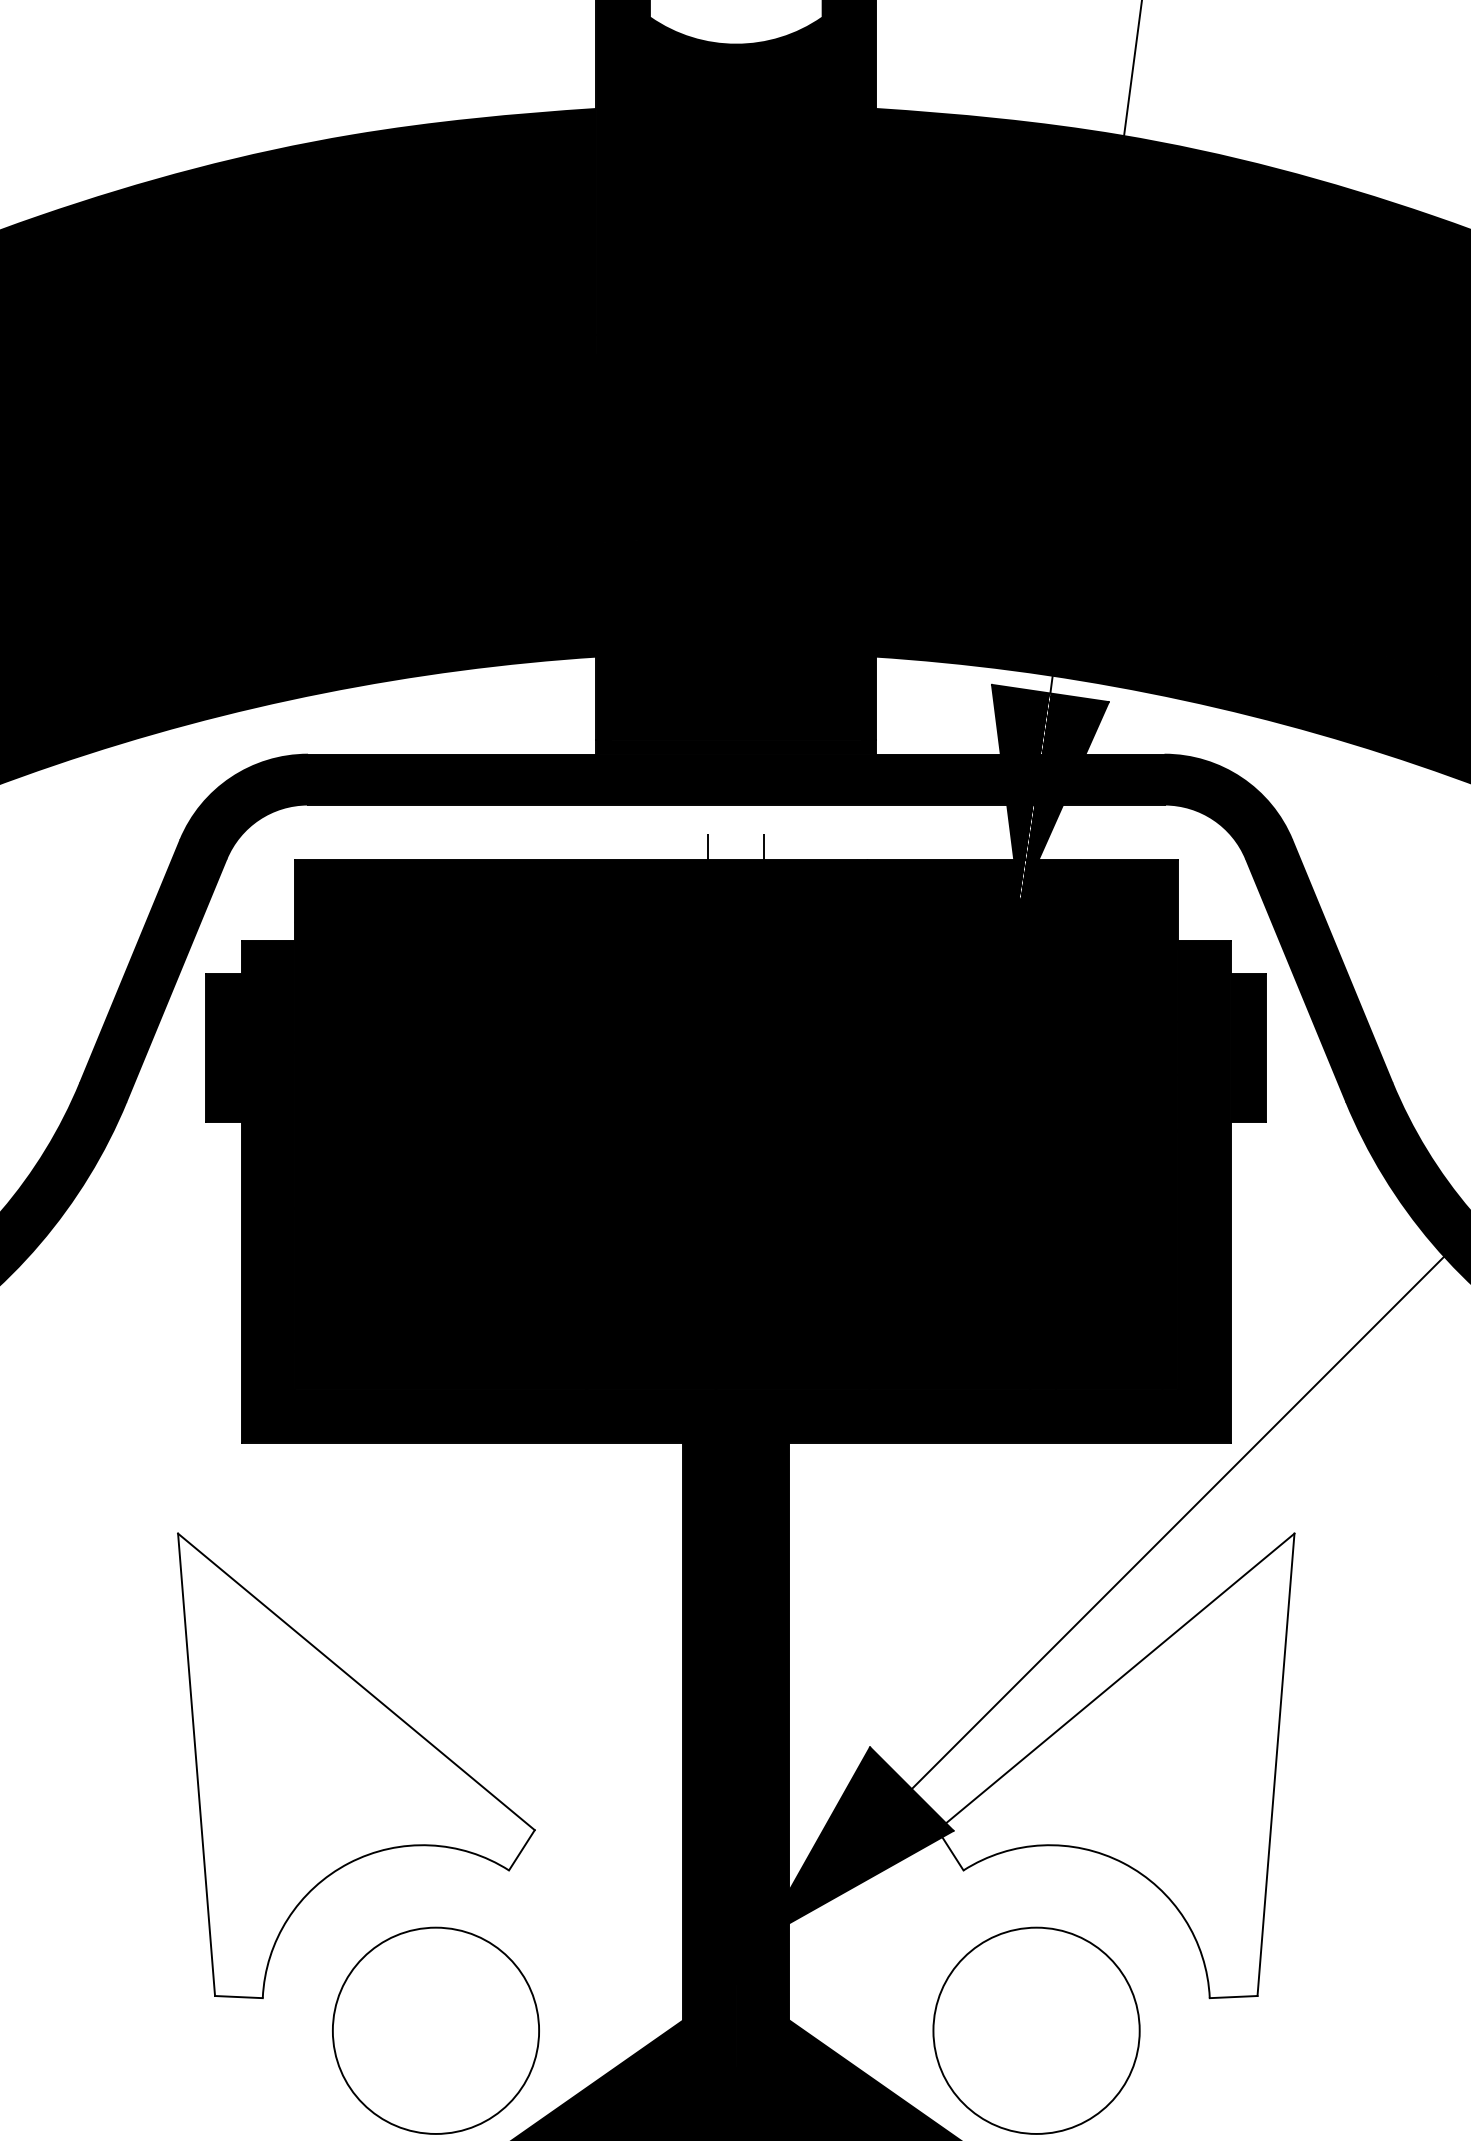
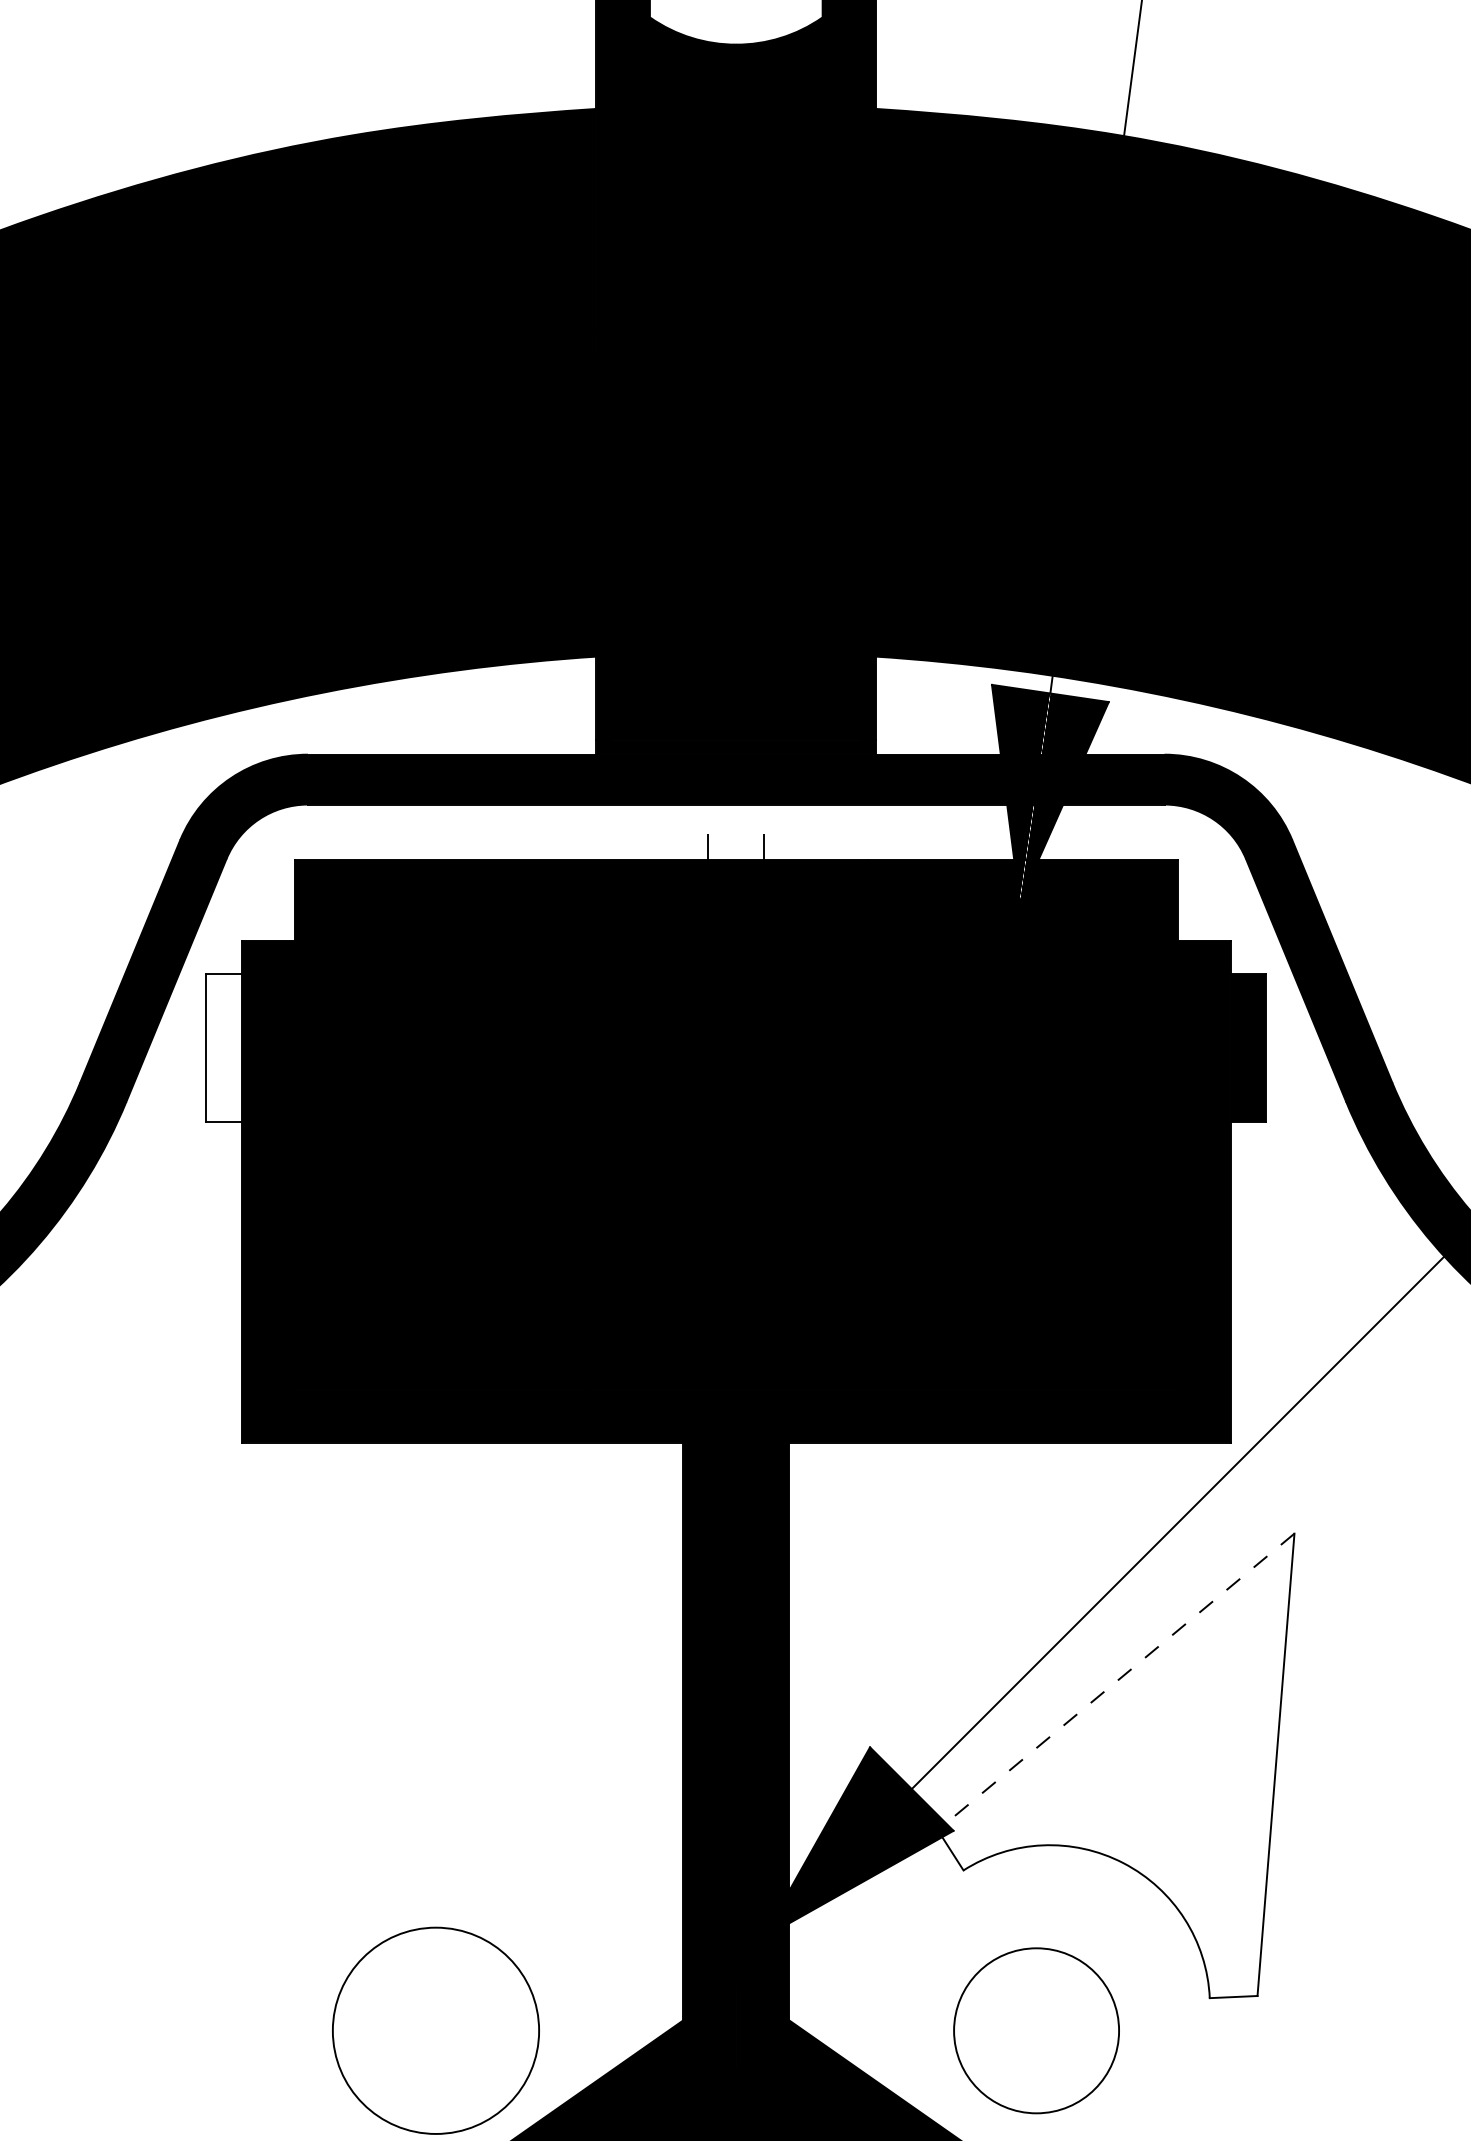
fill at (223, 1047): present -> none
line at (1116, 1681): solid -> dashed
part at (356, 1765): present -> none
circle at (1036, 2030) diameter: 206 px -> 165 px
